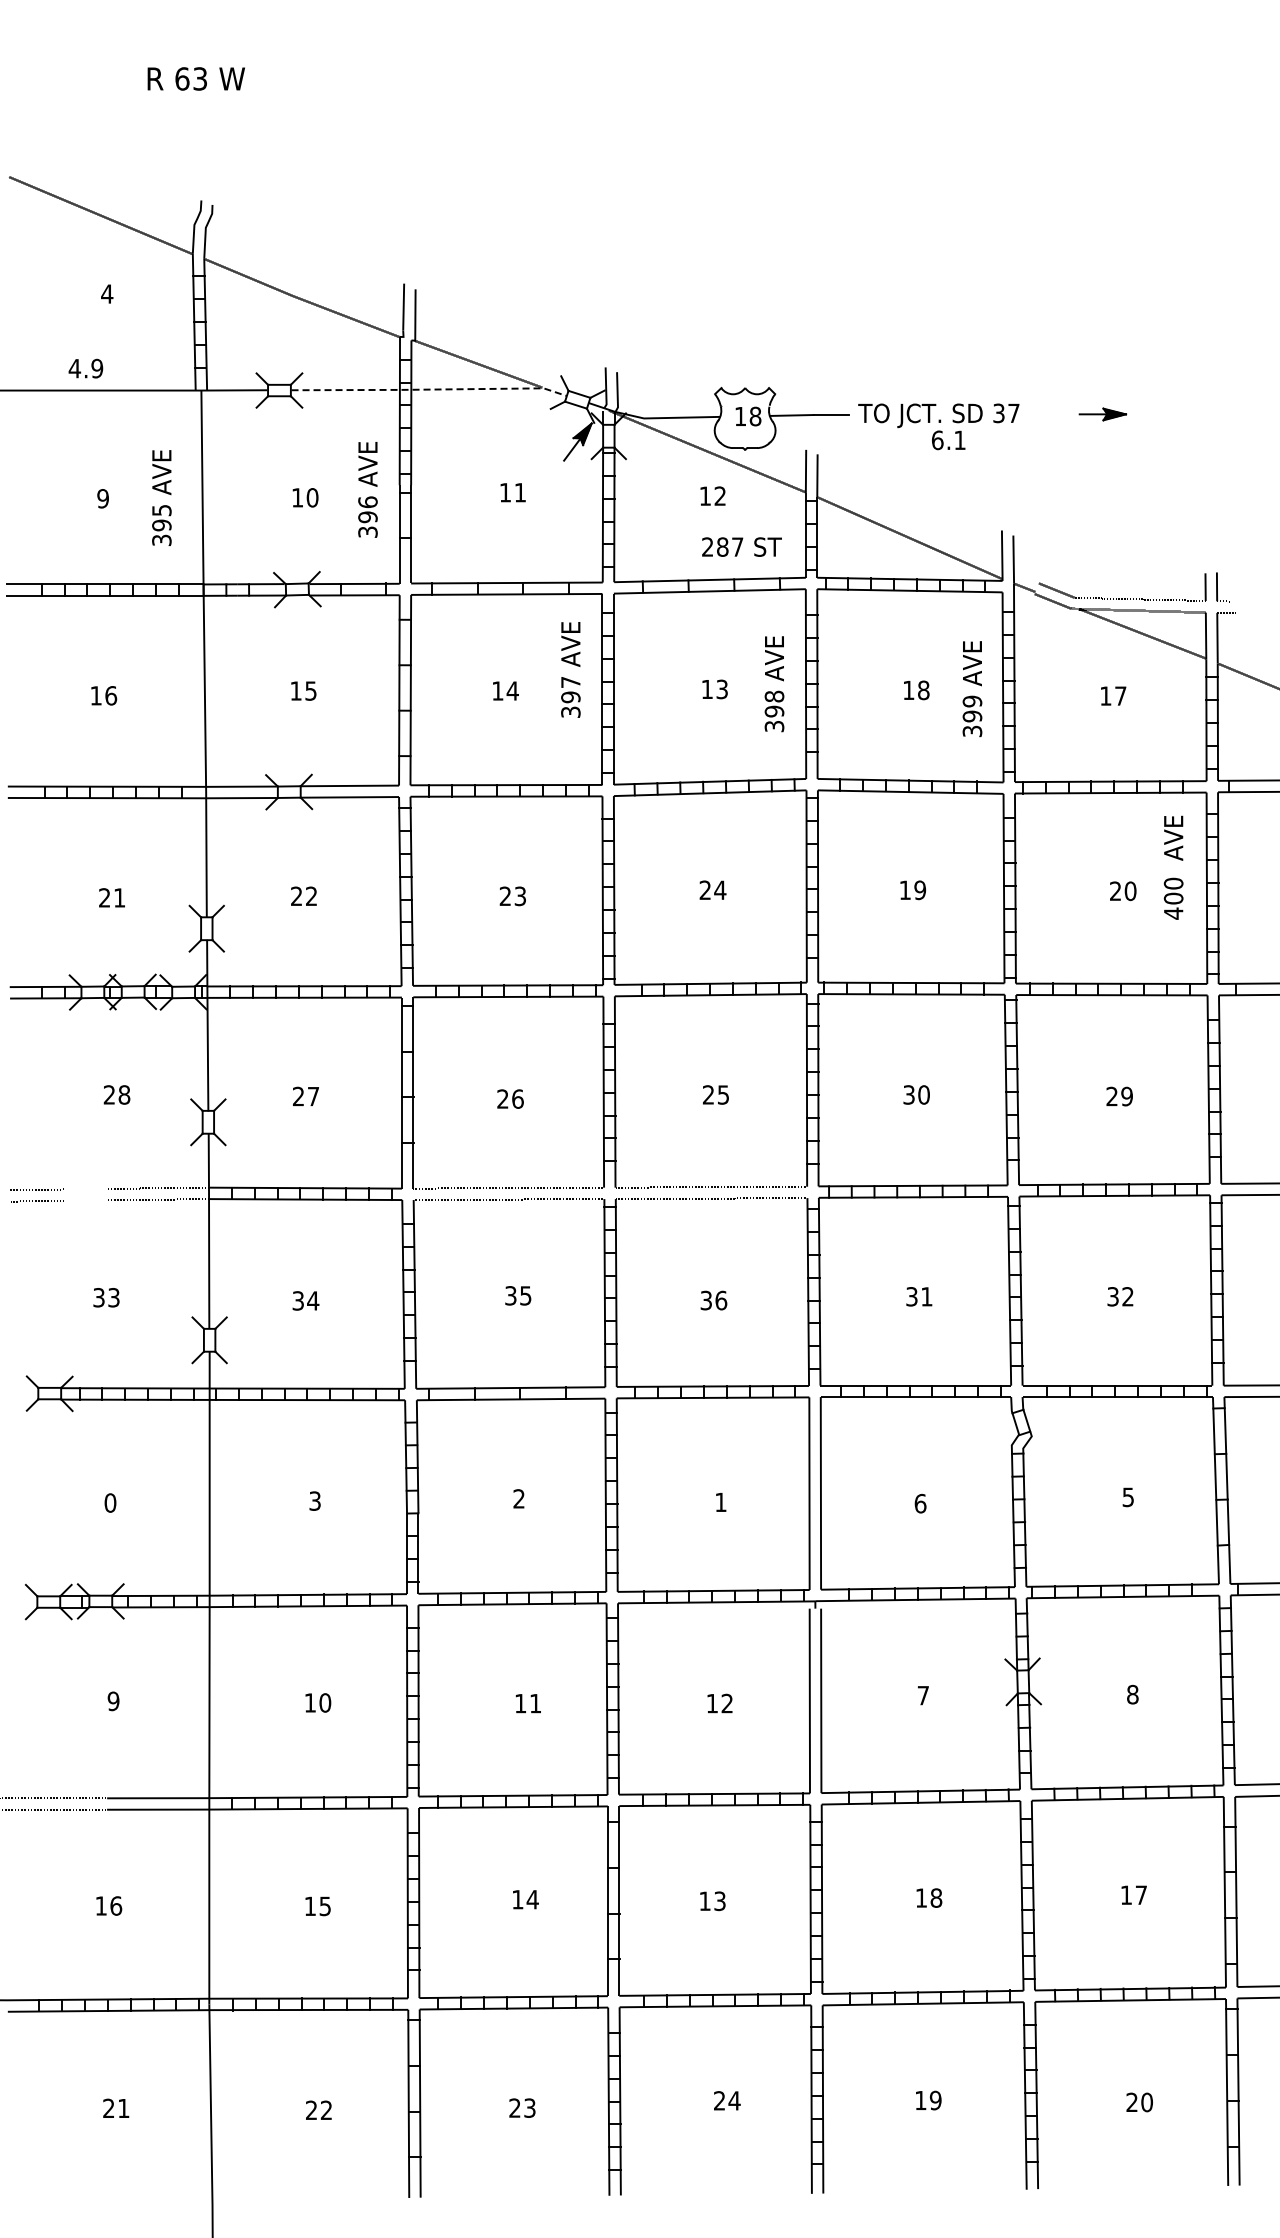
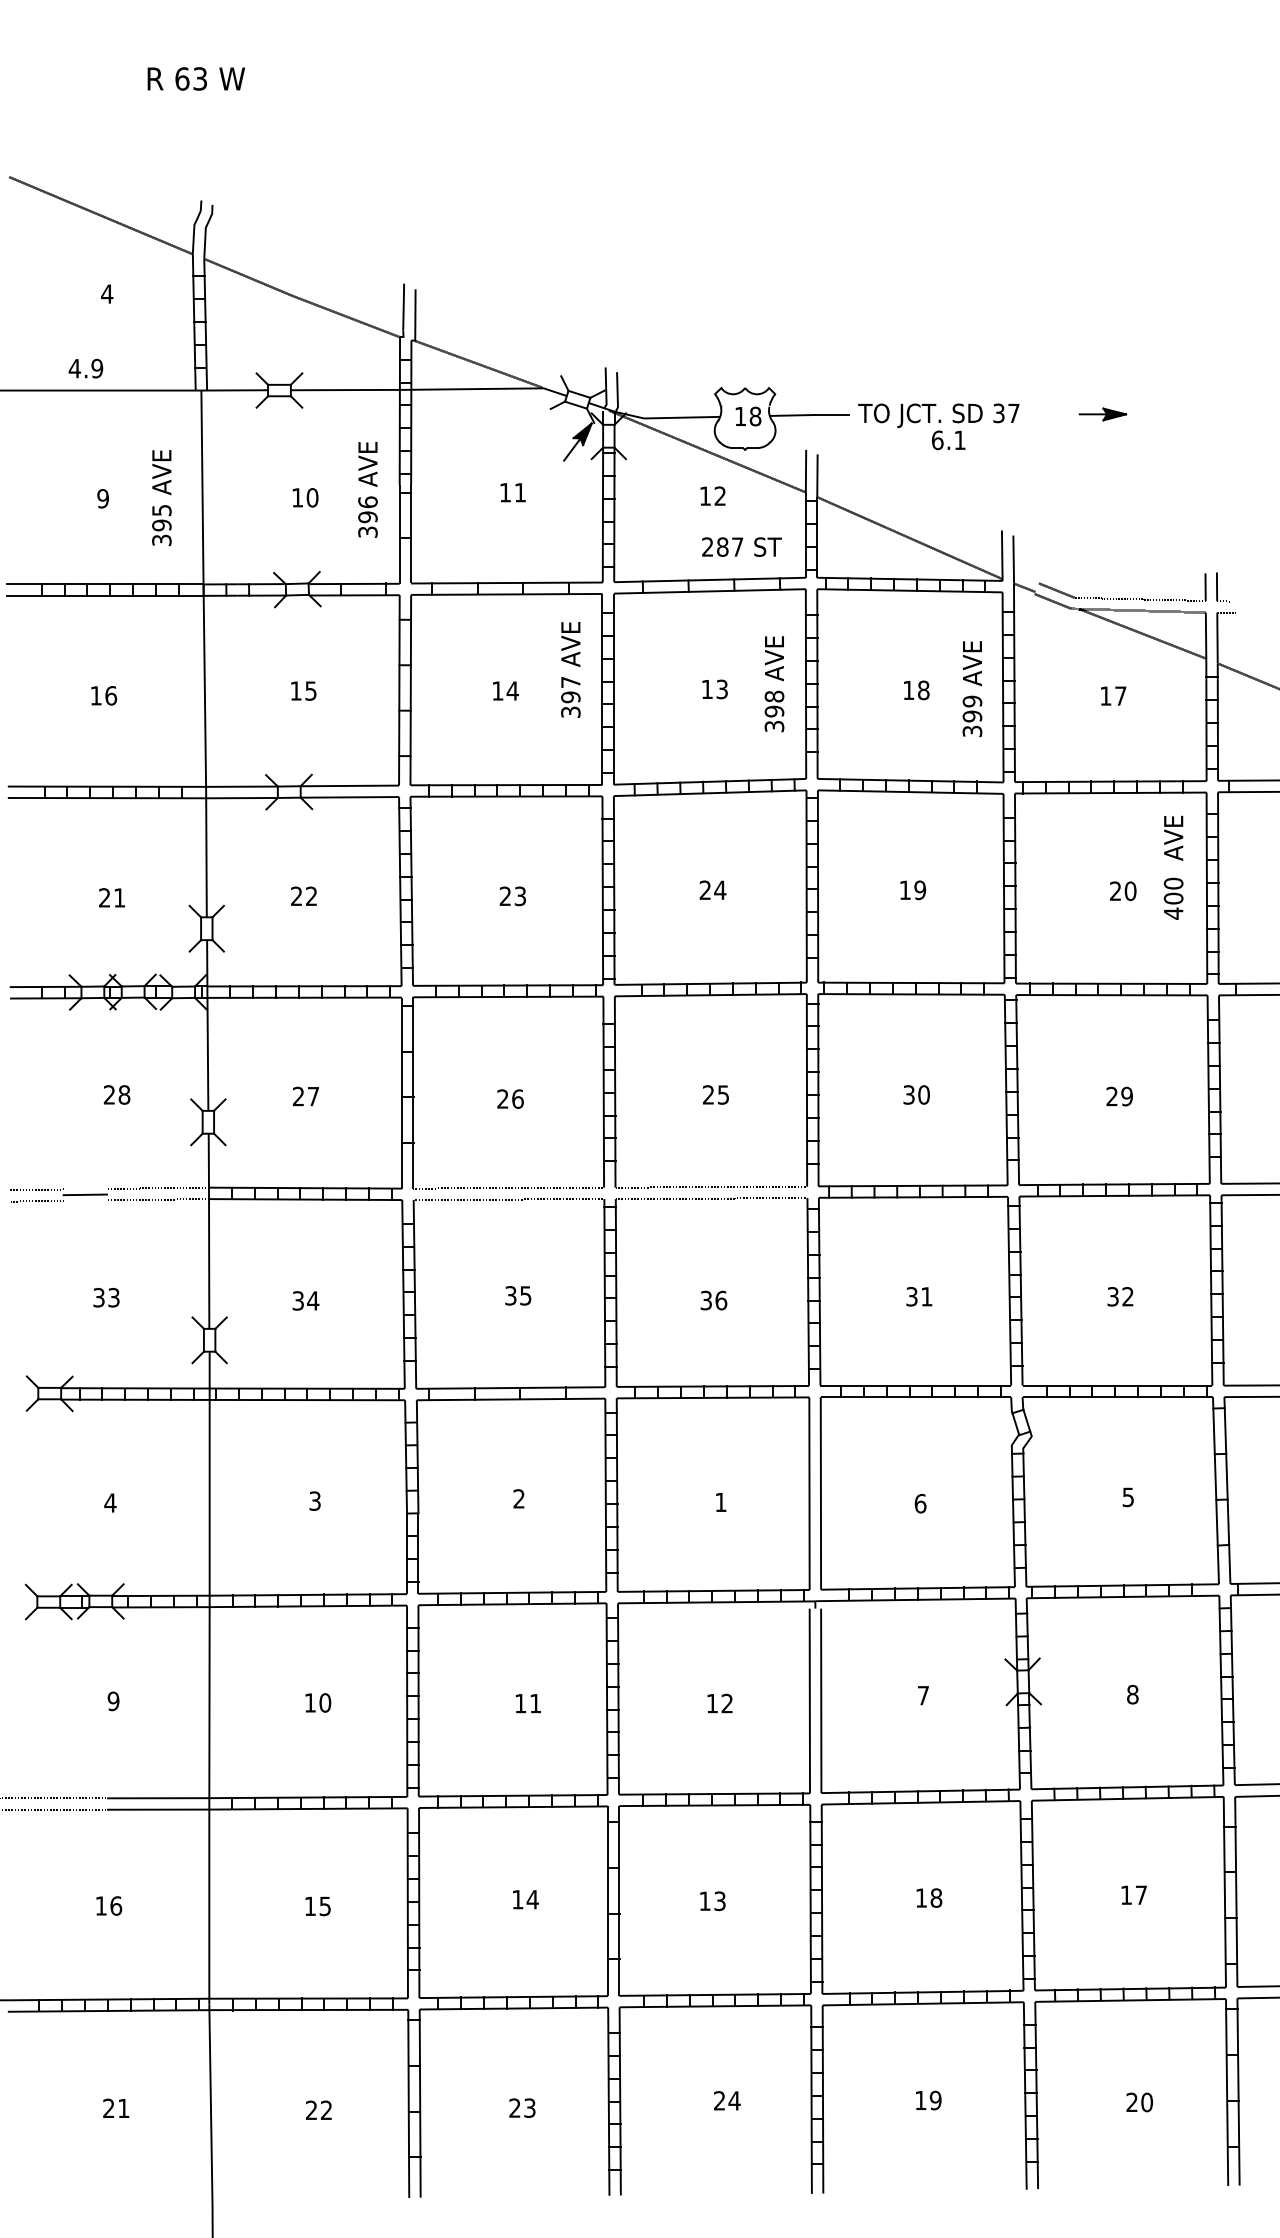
line at (430, 389): dashed -> solid
line at (84, 1194): none -> present
text at (110, 1502): 0 -> 4
